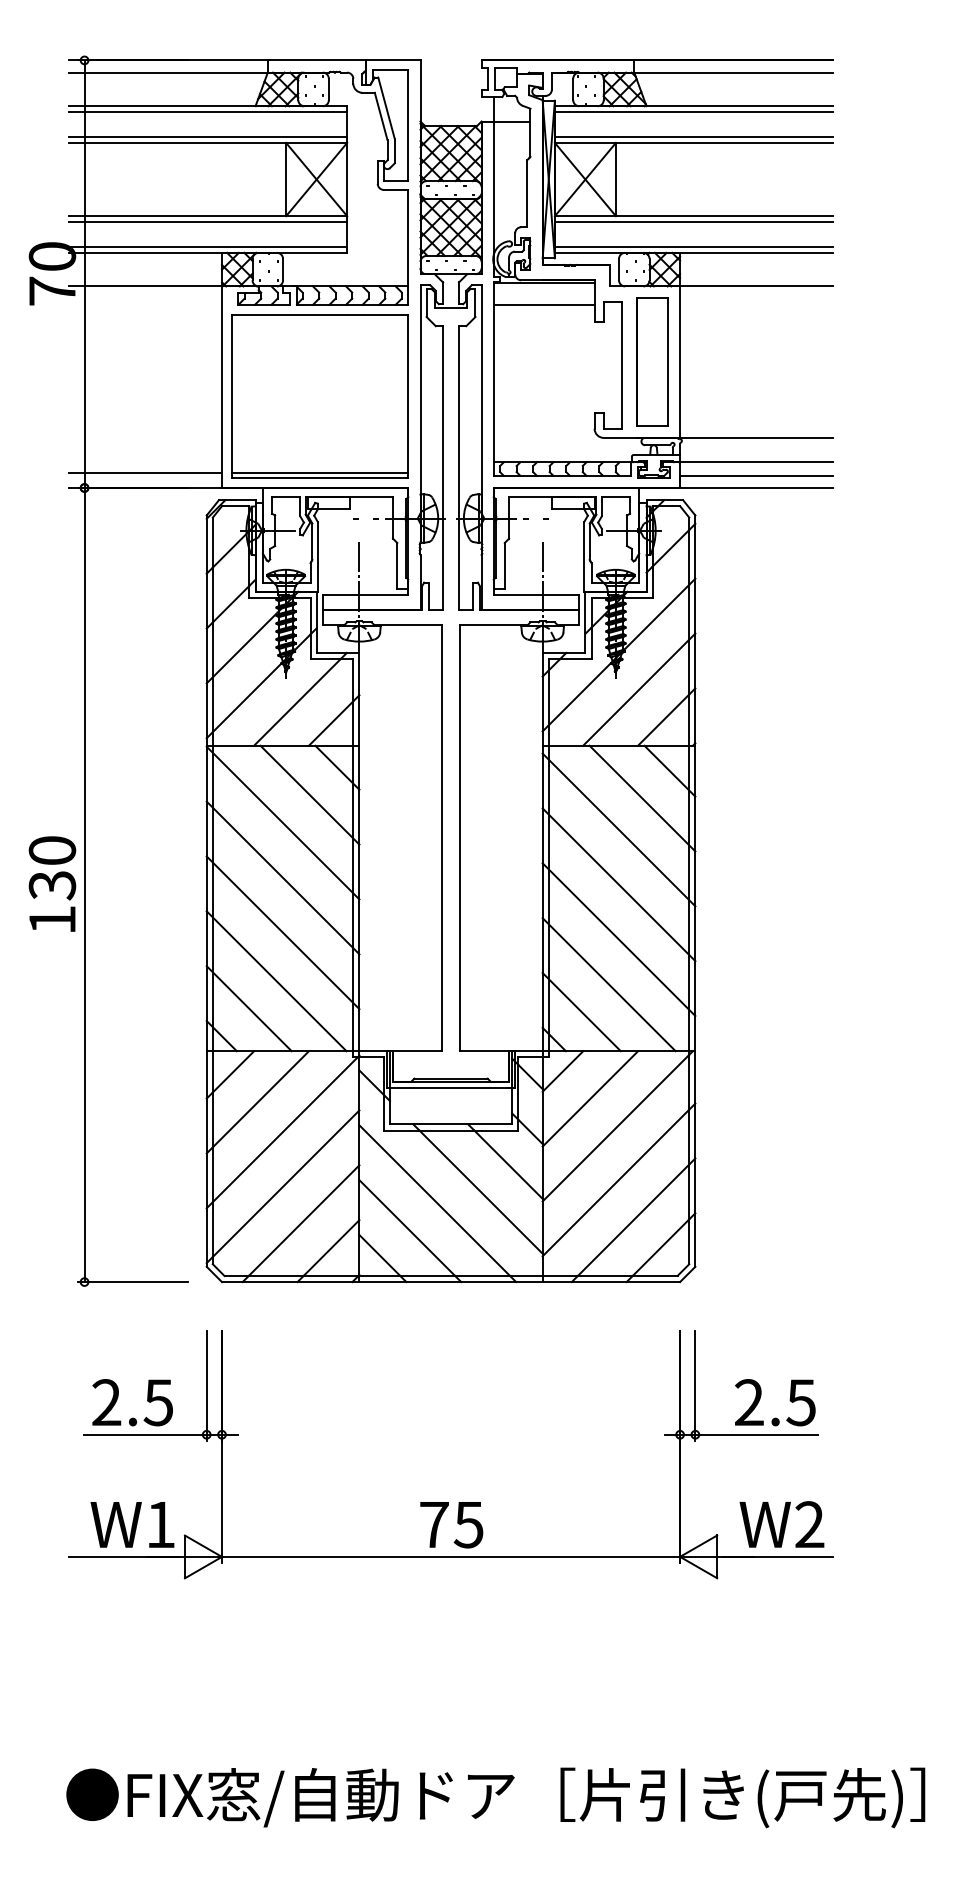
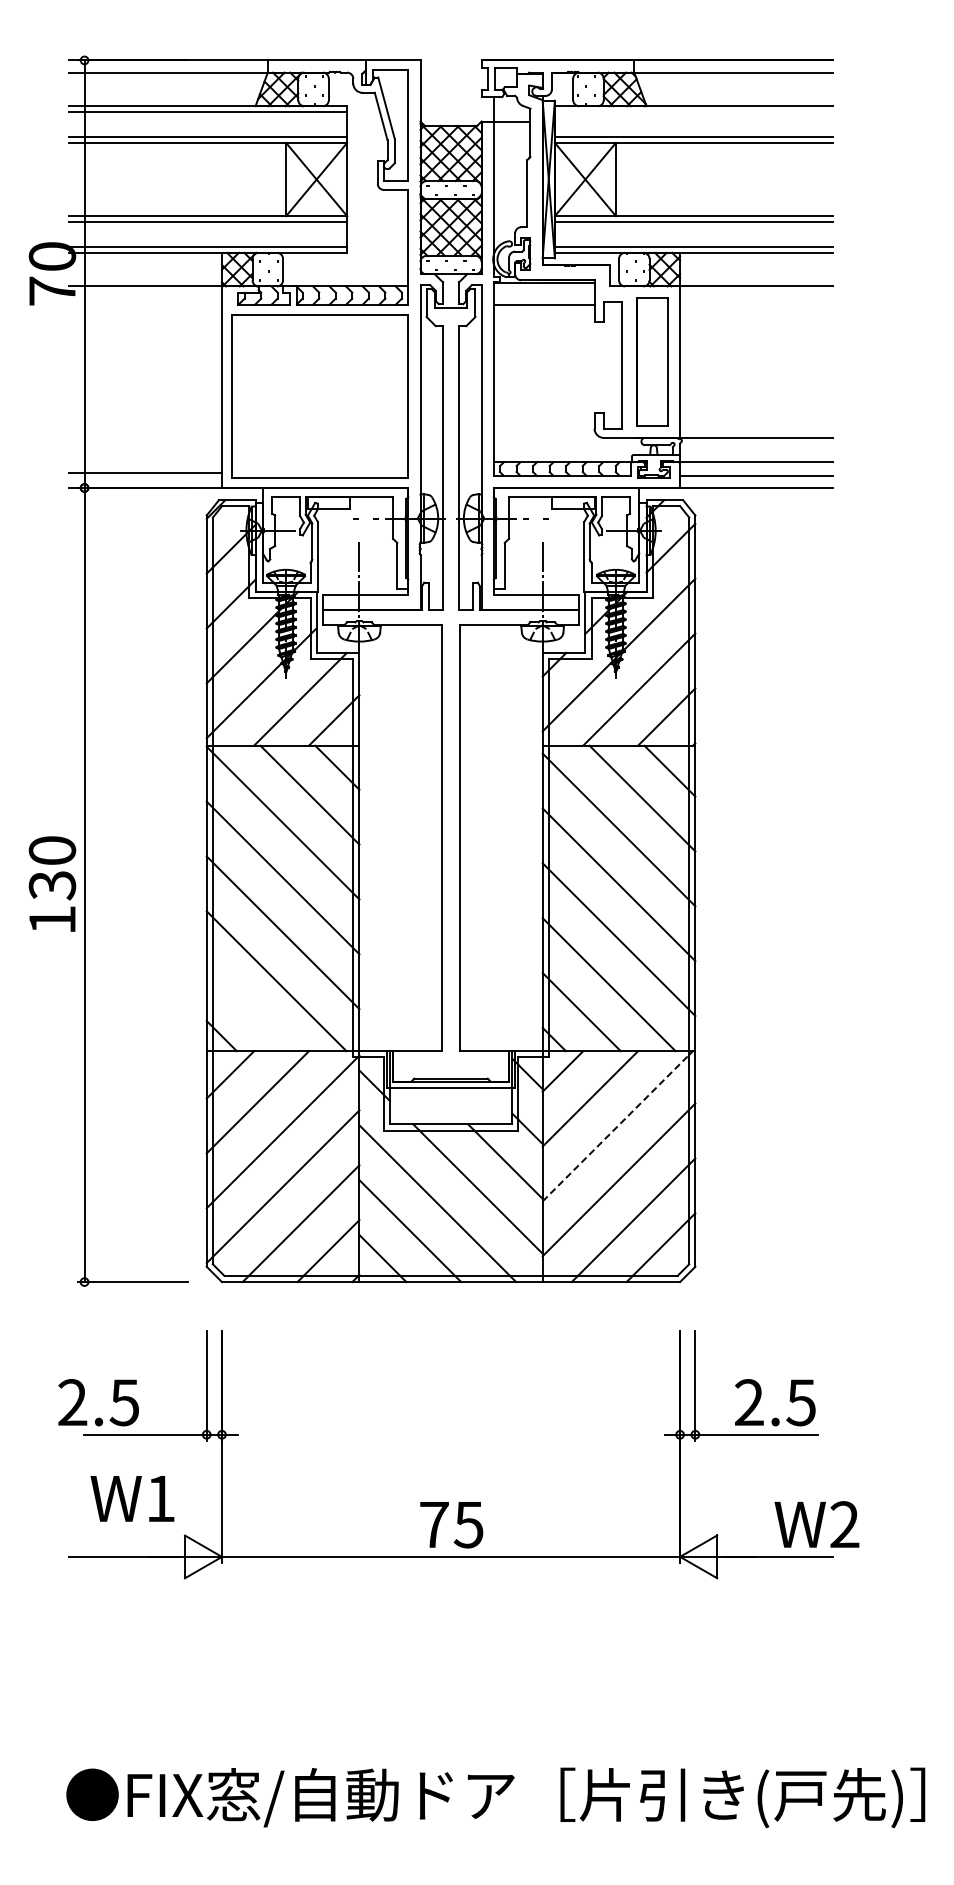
line at (693, 112): present -> none
line at (319, 472): present -> none
line at (248, 1008): present -> none
line at (615, 1128): solid -> dashed
text at (132, 1402) position: (132, 1402) -> (98, 1402)
text at (132, 1524) position: (132, 1524) -> (132, 1498)
text at (781, 1524) position: (781, 1524) -> (816, 1524)
